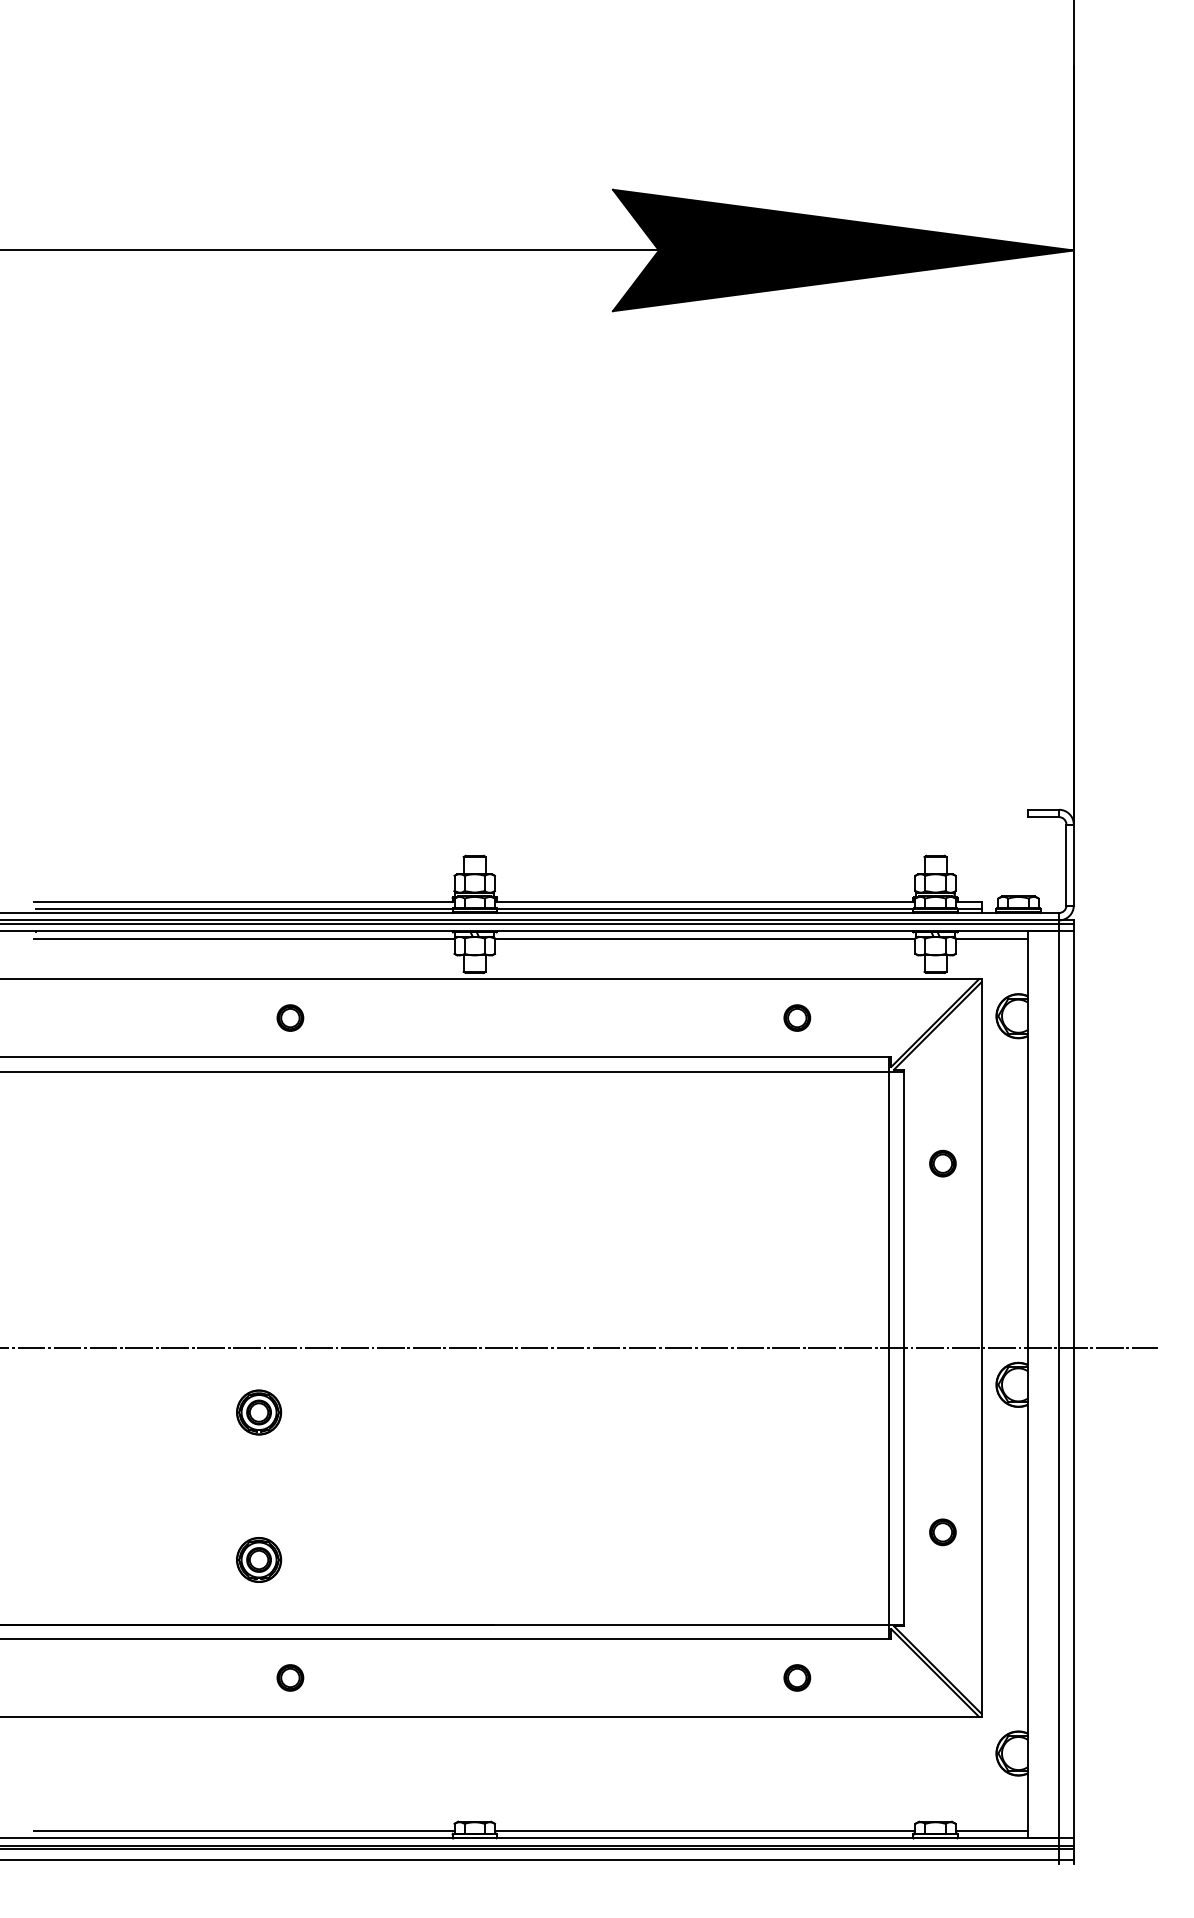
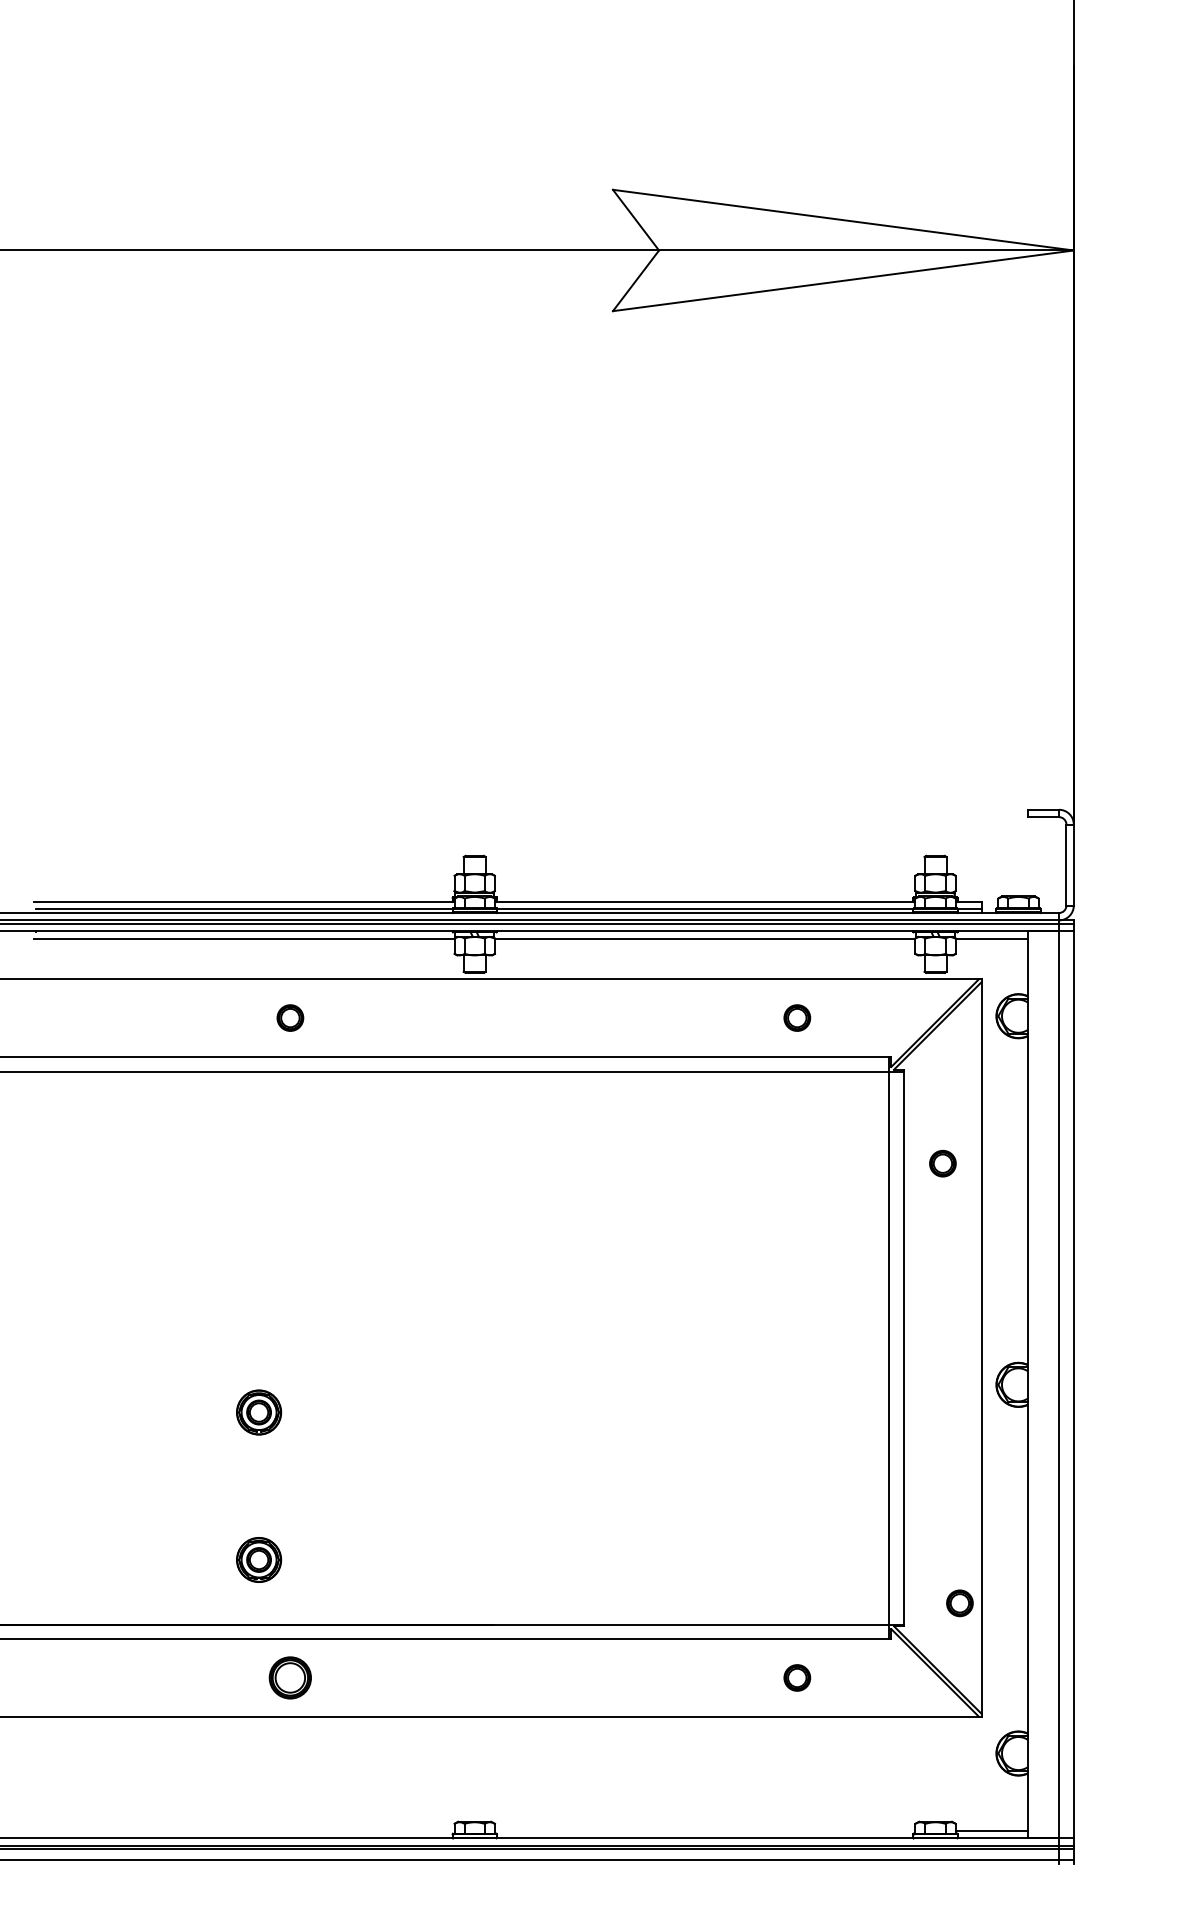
fill at (842, 250): present -> none
line at (579, 1348): present -> none
part at (942, 1532) position: (942, 1532) -> (959, 1603)
part at (290, 1677) size: 29x28 px -> 44x44 px
line at (244, 1830): present -> none
line at (704, 1830): present -> none
